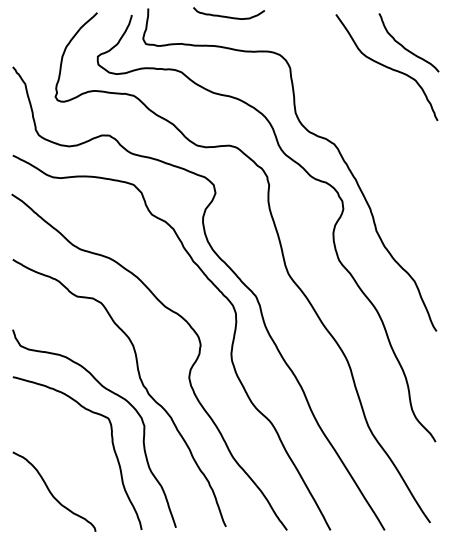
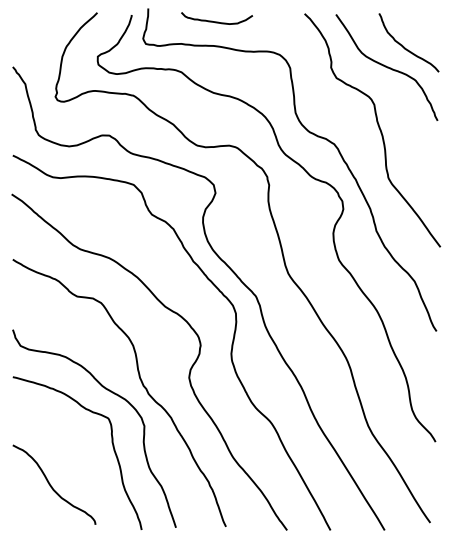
curve at (229, 16) position: (229, 16) -> (217, 21)
curve at (378, 128): none -> present
curve at (52, 493) position: (52, 493) -> (52, 486)
